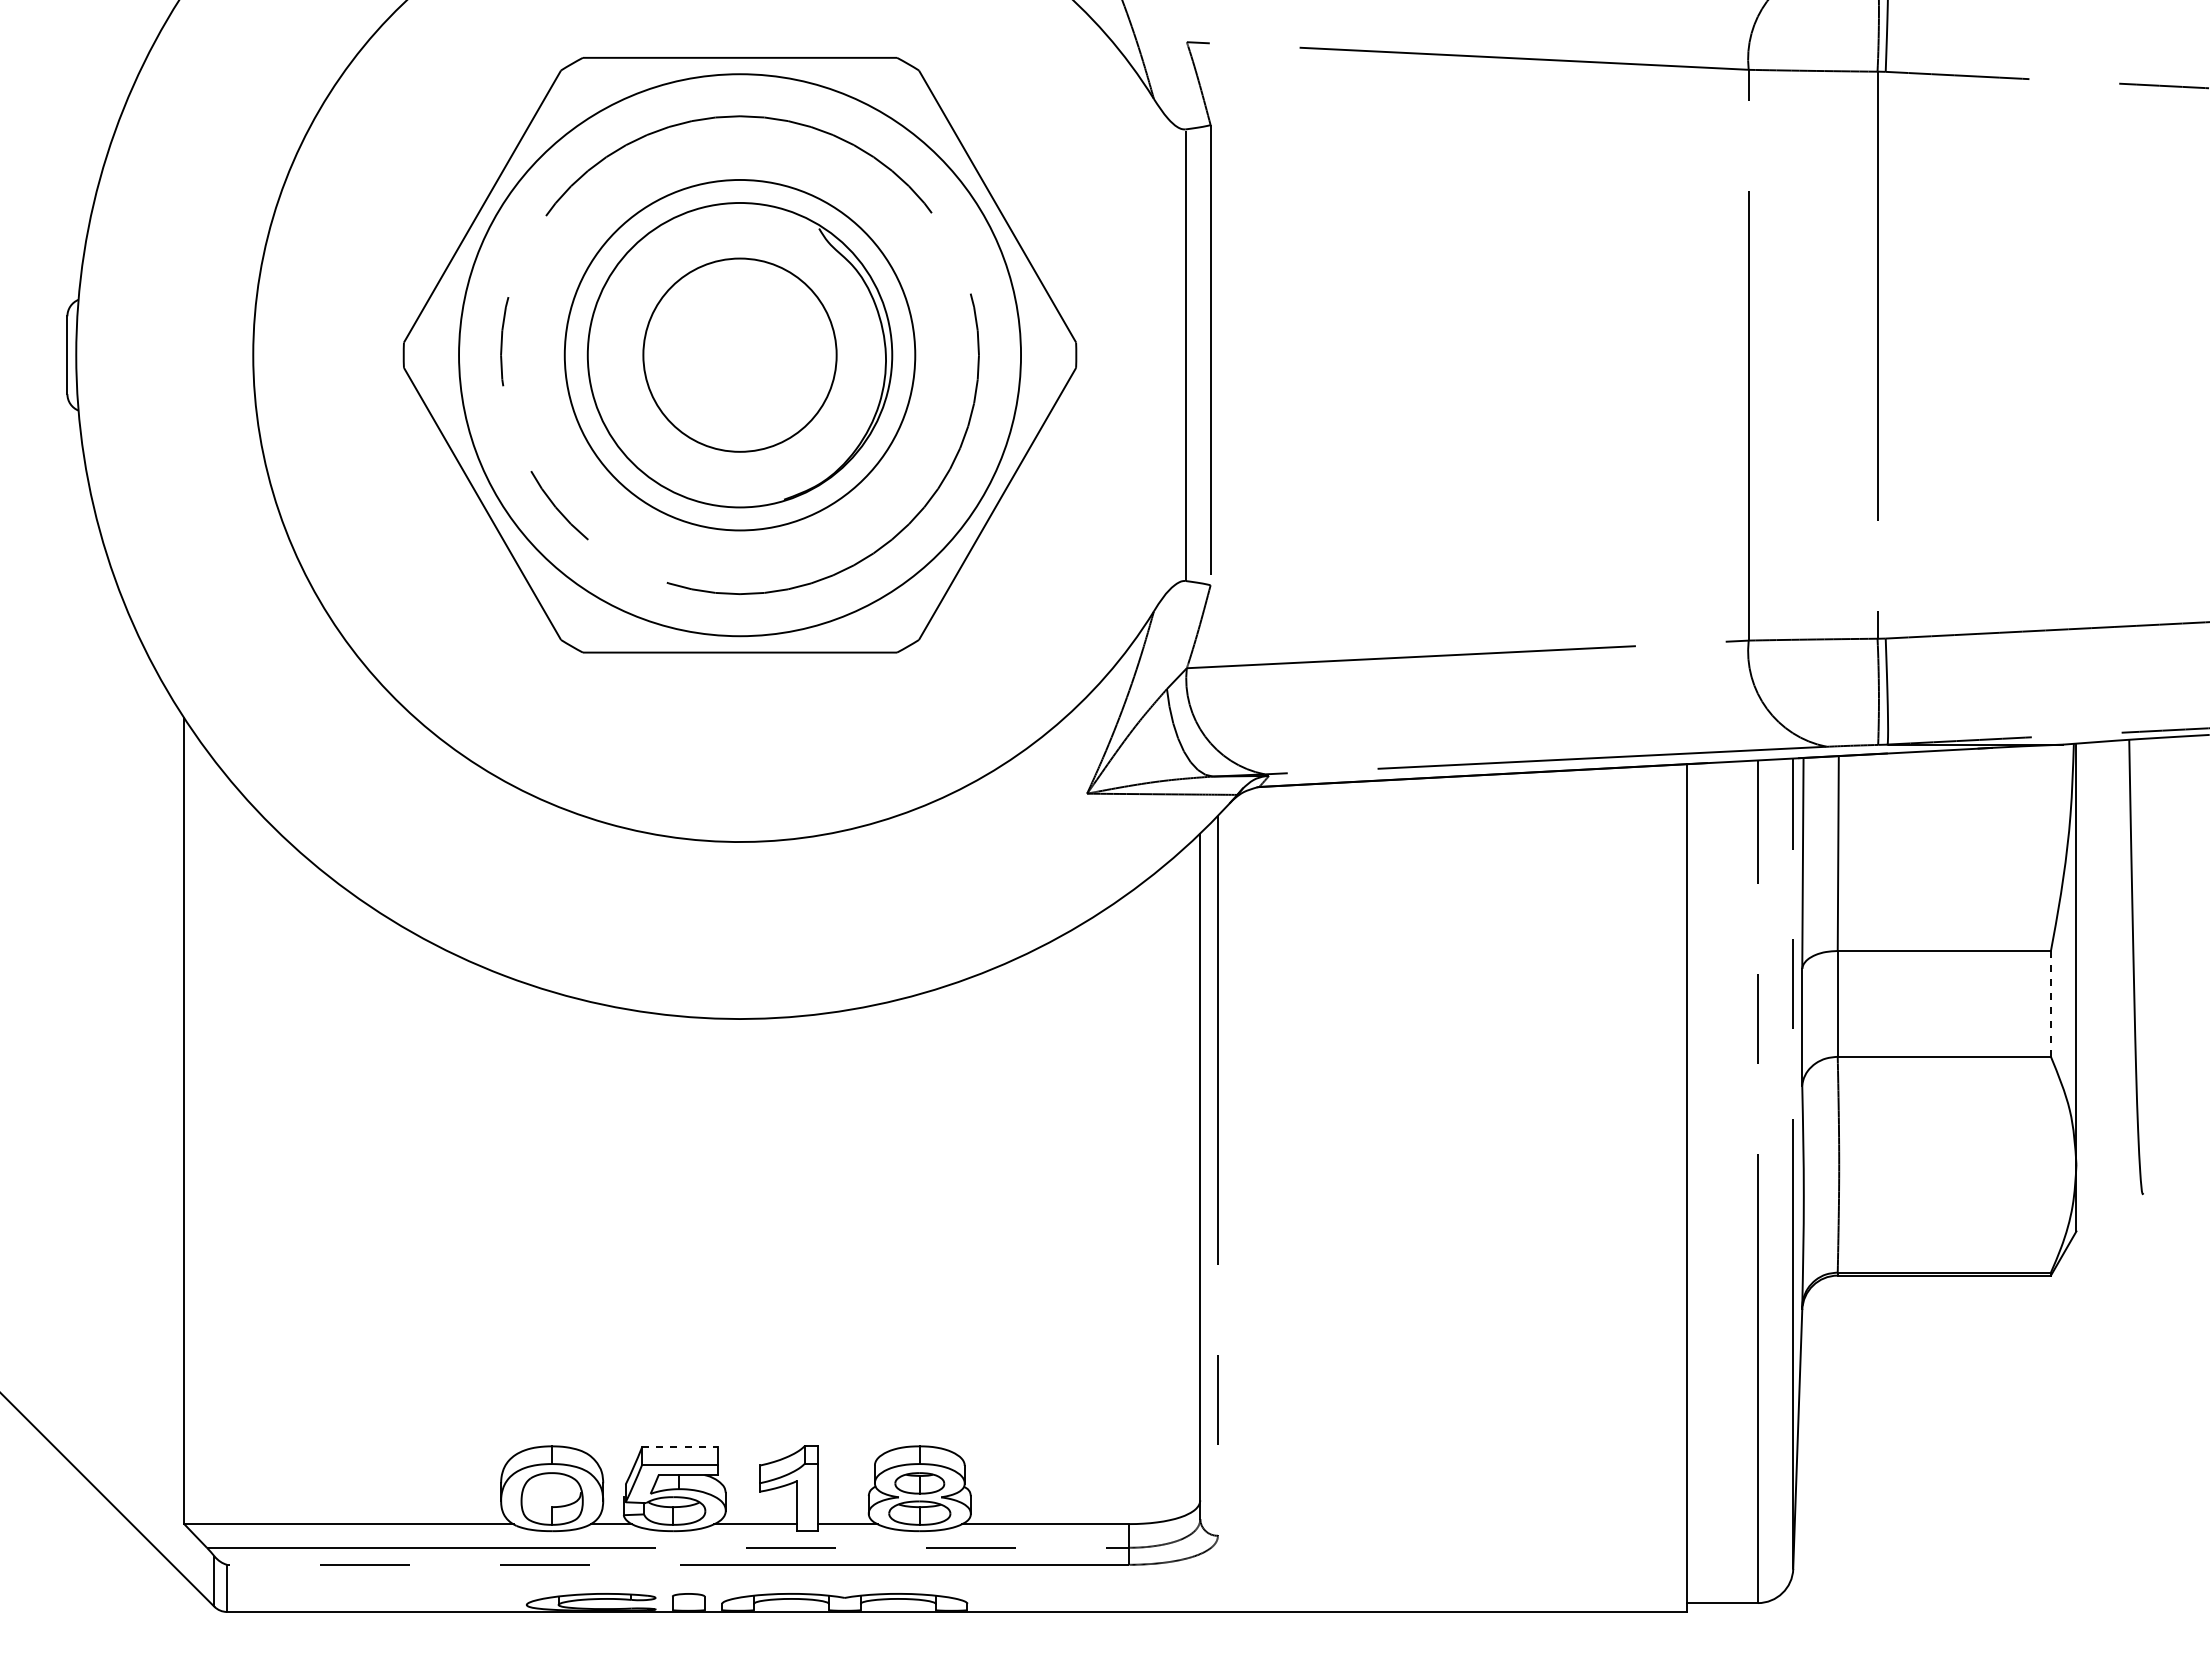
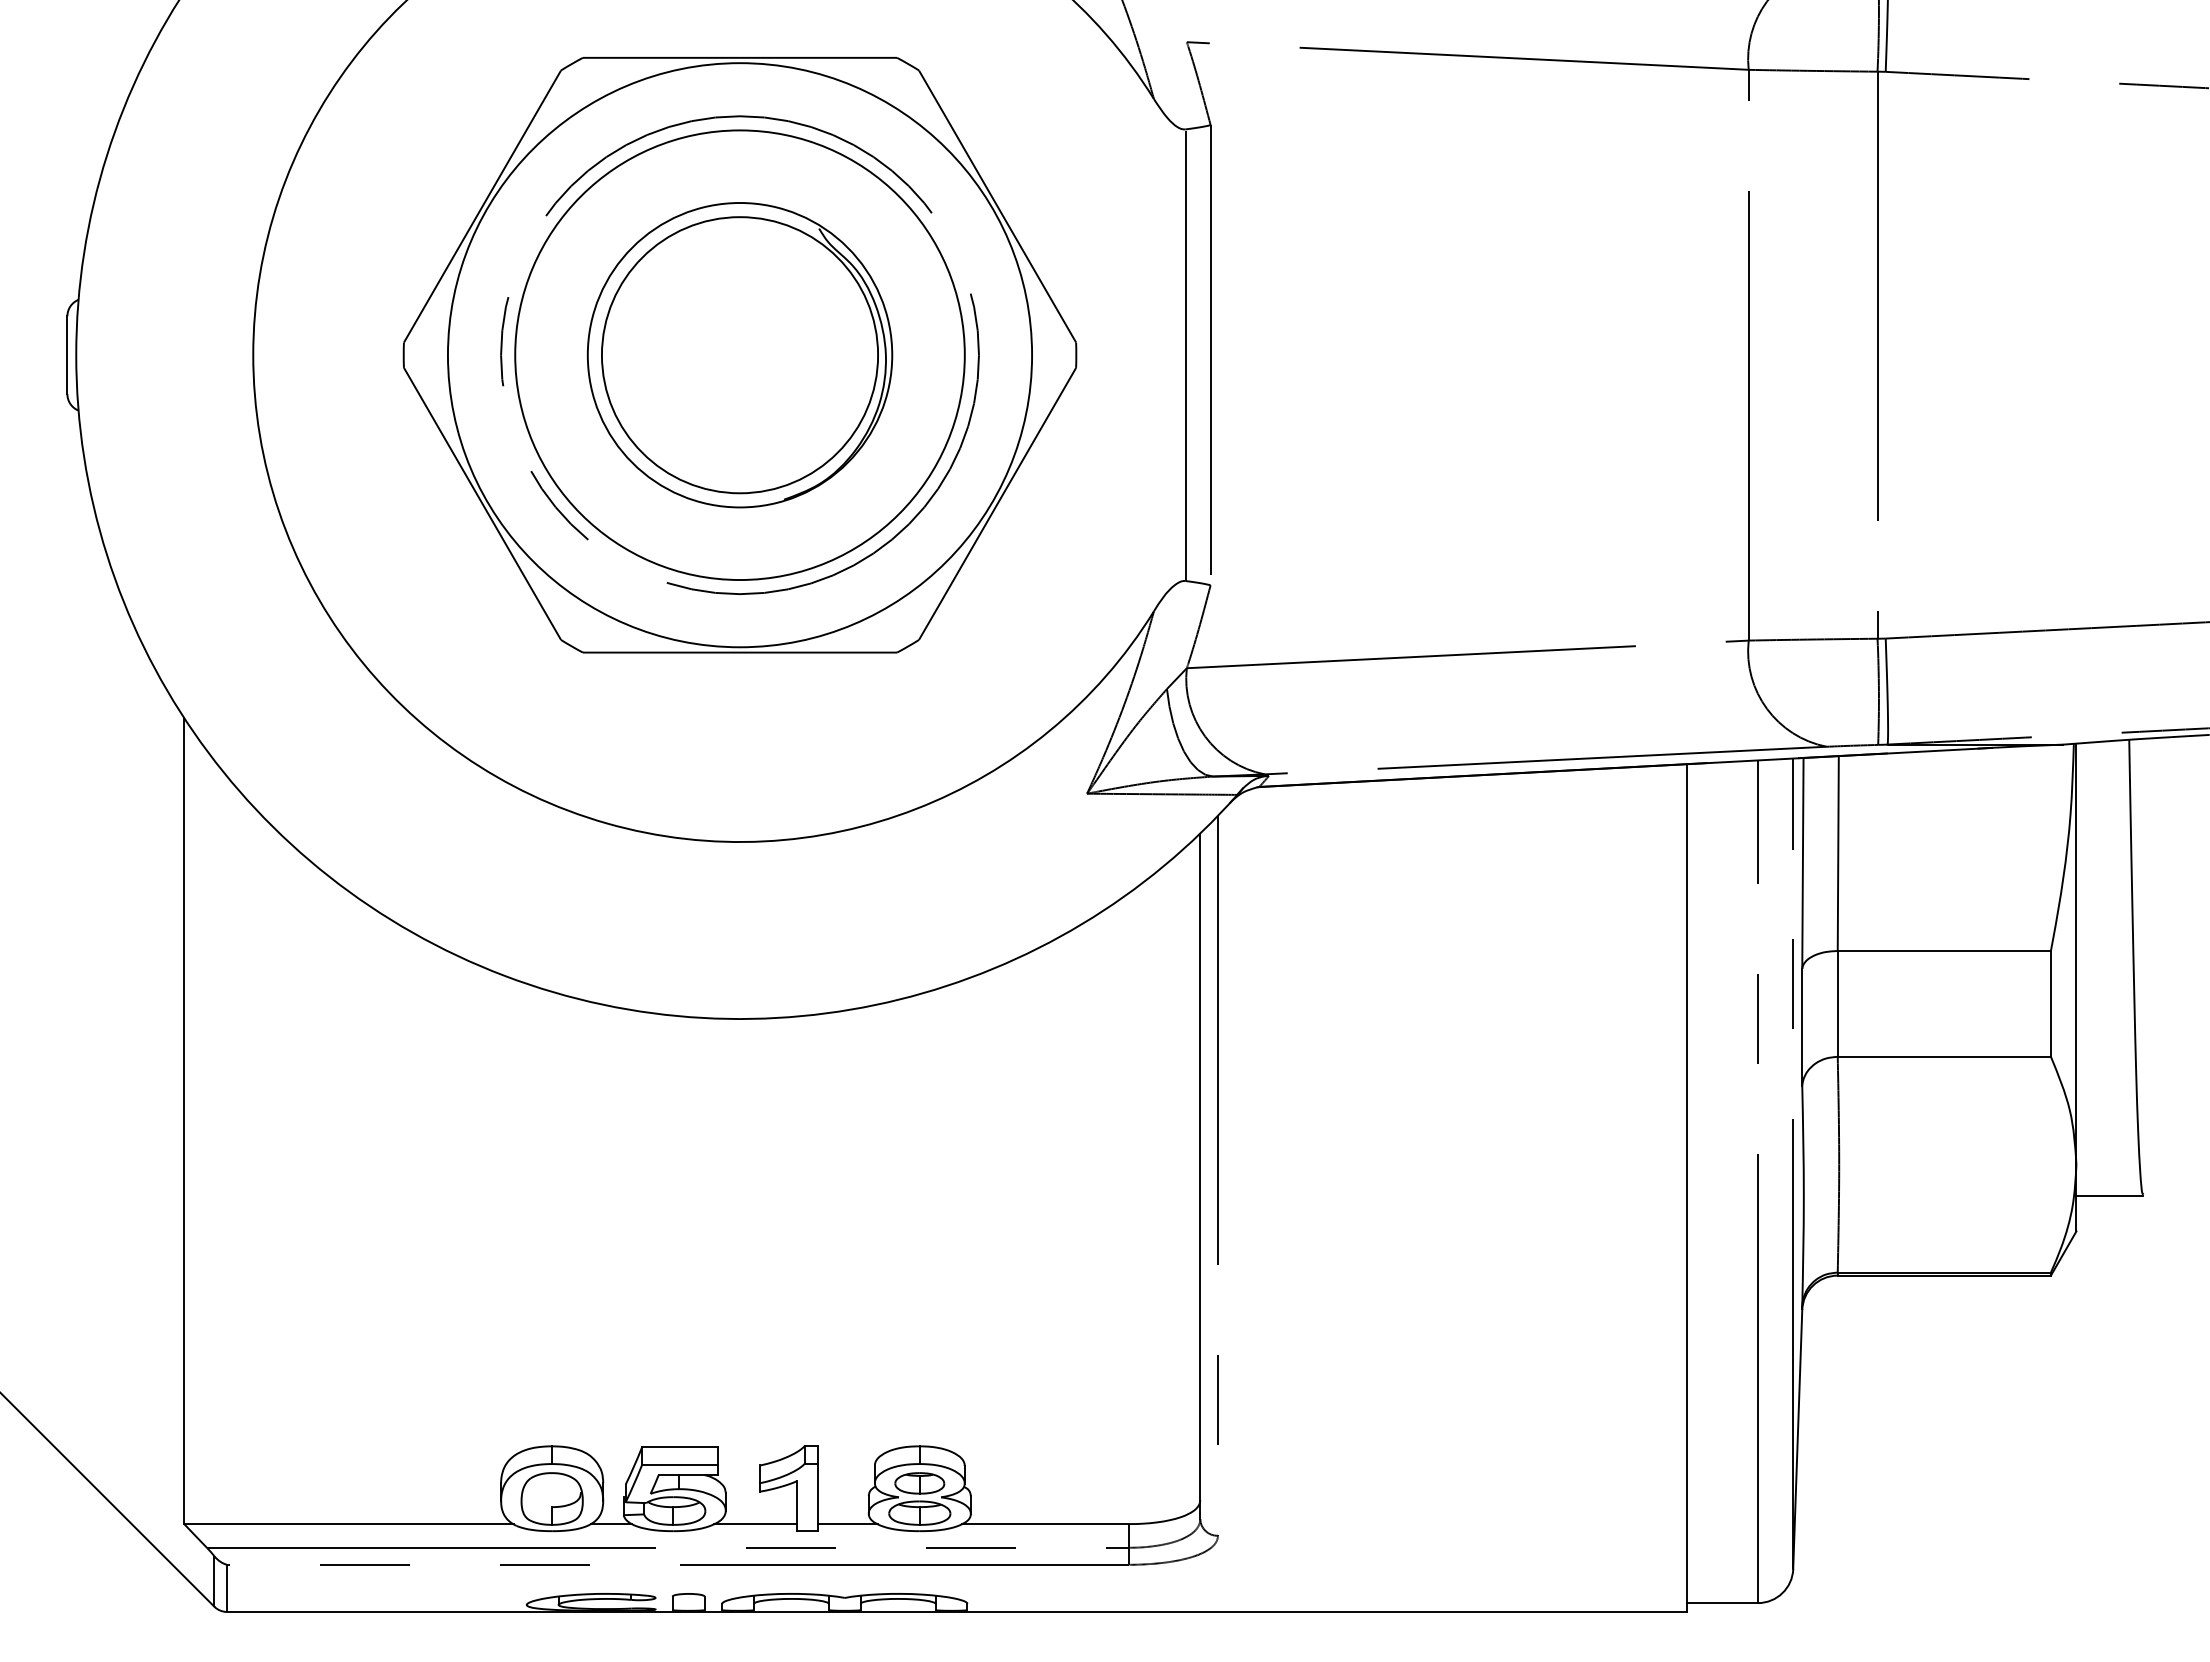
circle at (739, 354) diameter: 193 px -> 276 px
circle at (739, 354) diameter: 350 px -> 584 px
circle at (740, 355) diameter: 562 px -> 450 px
line at (2050, 1003): dashed -> solid
line at (2109, 1196): none -> present
line at (679, 1447): dashed -> solid
